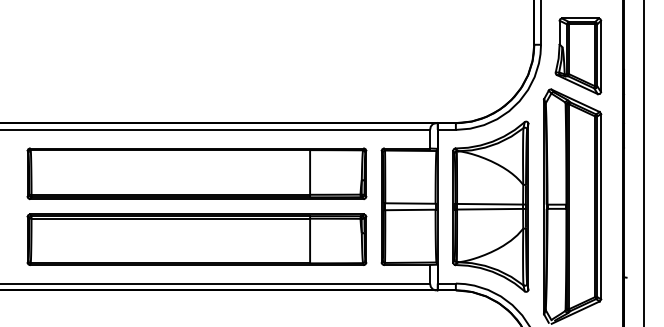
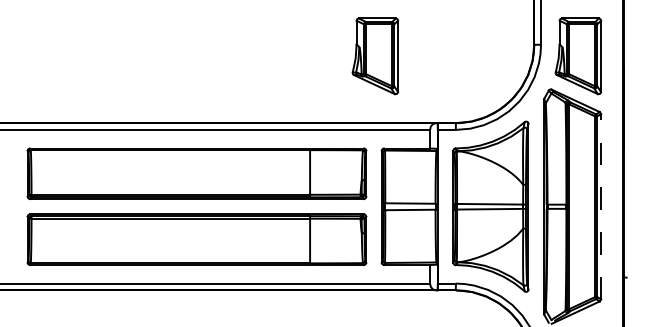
part at (375, 56): none -> present
line at (644, 162): present -> none
line at (601, 206): solid -> dashed
